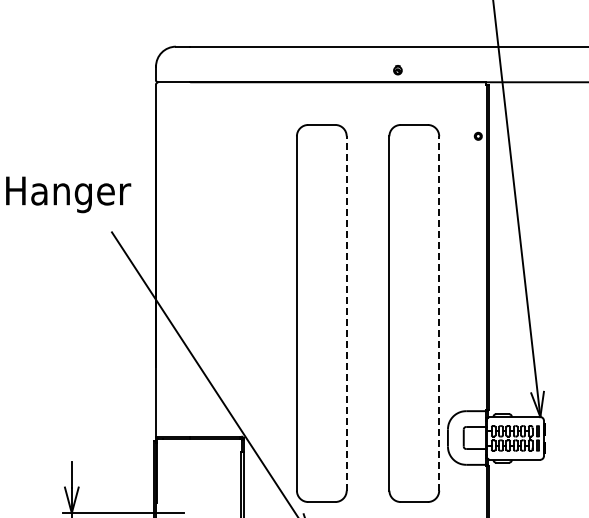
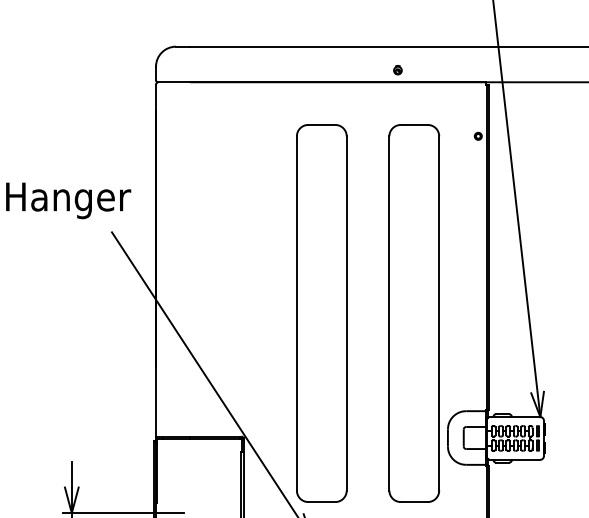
text at (68, 194) position: (68, 194) -> (68, 200)
line at (346, 313): dashed -> solid
line at (439, 313): dashed -> solid
